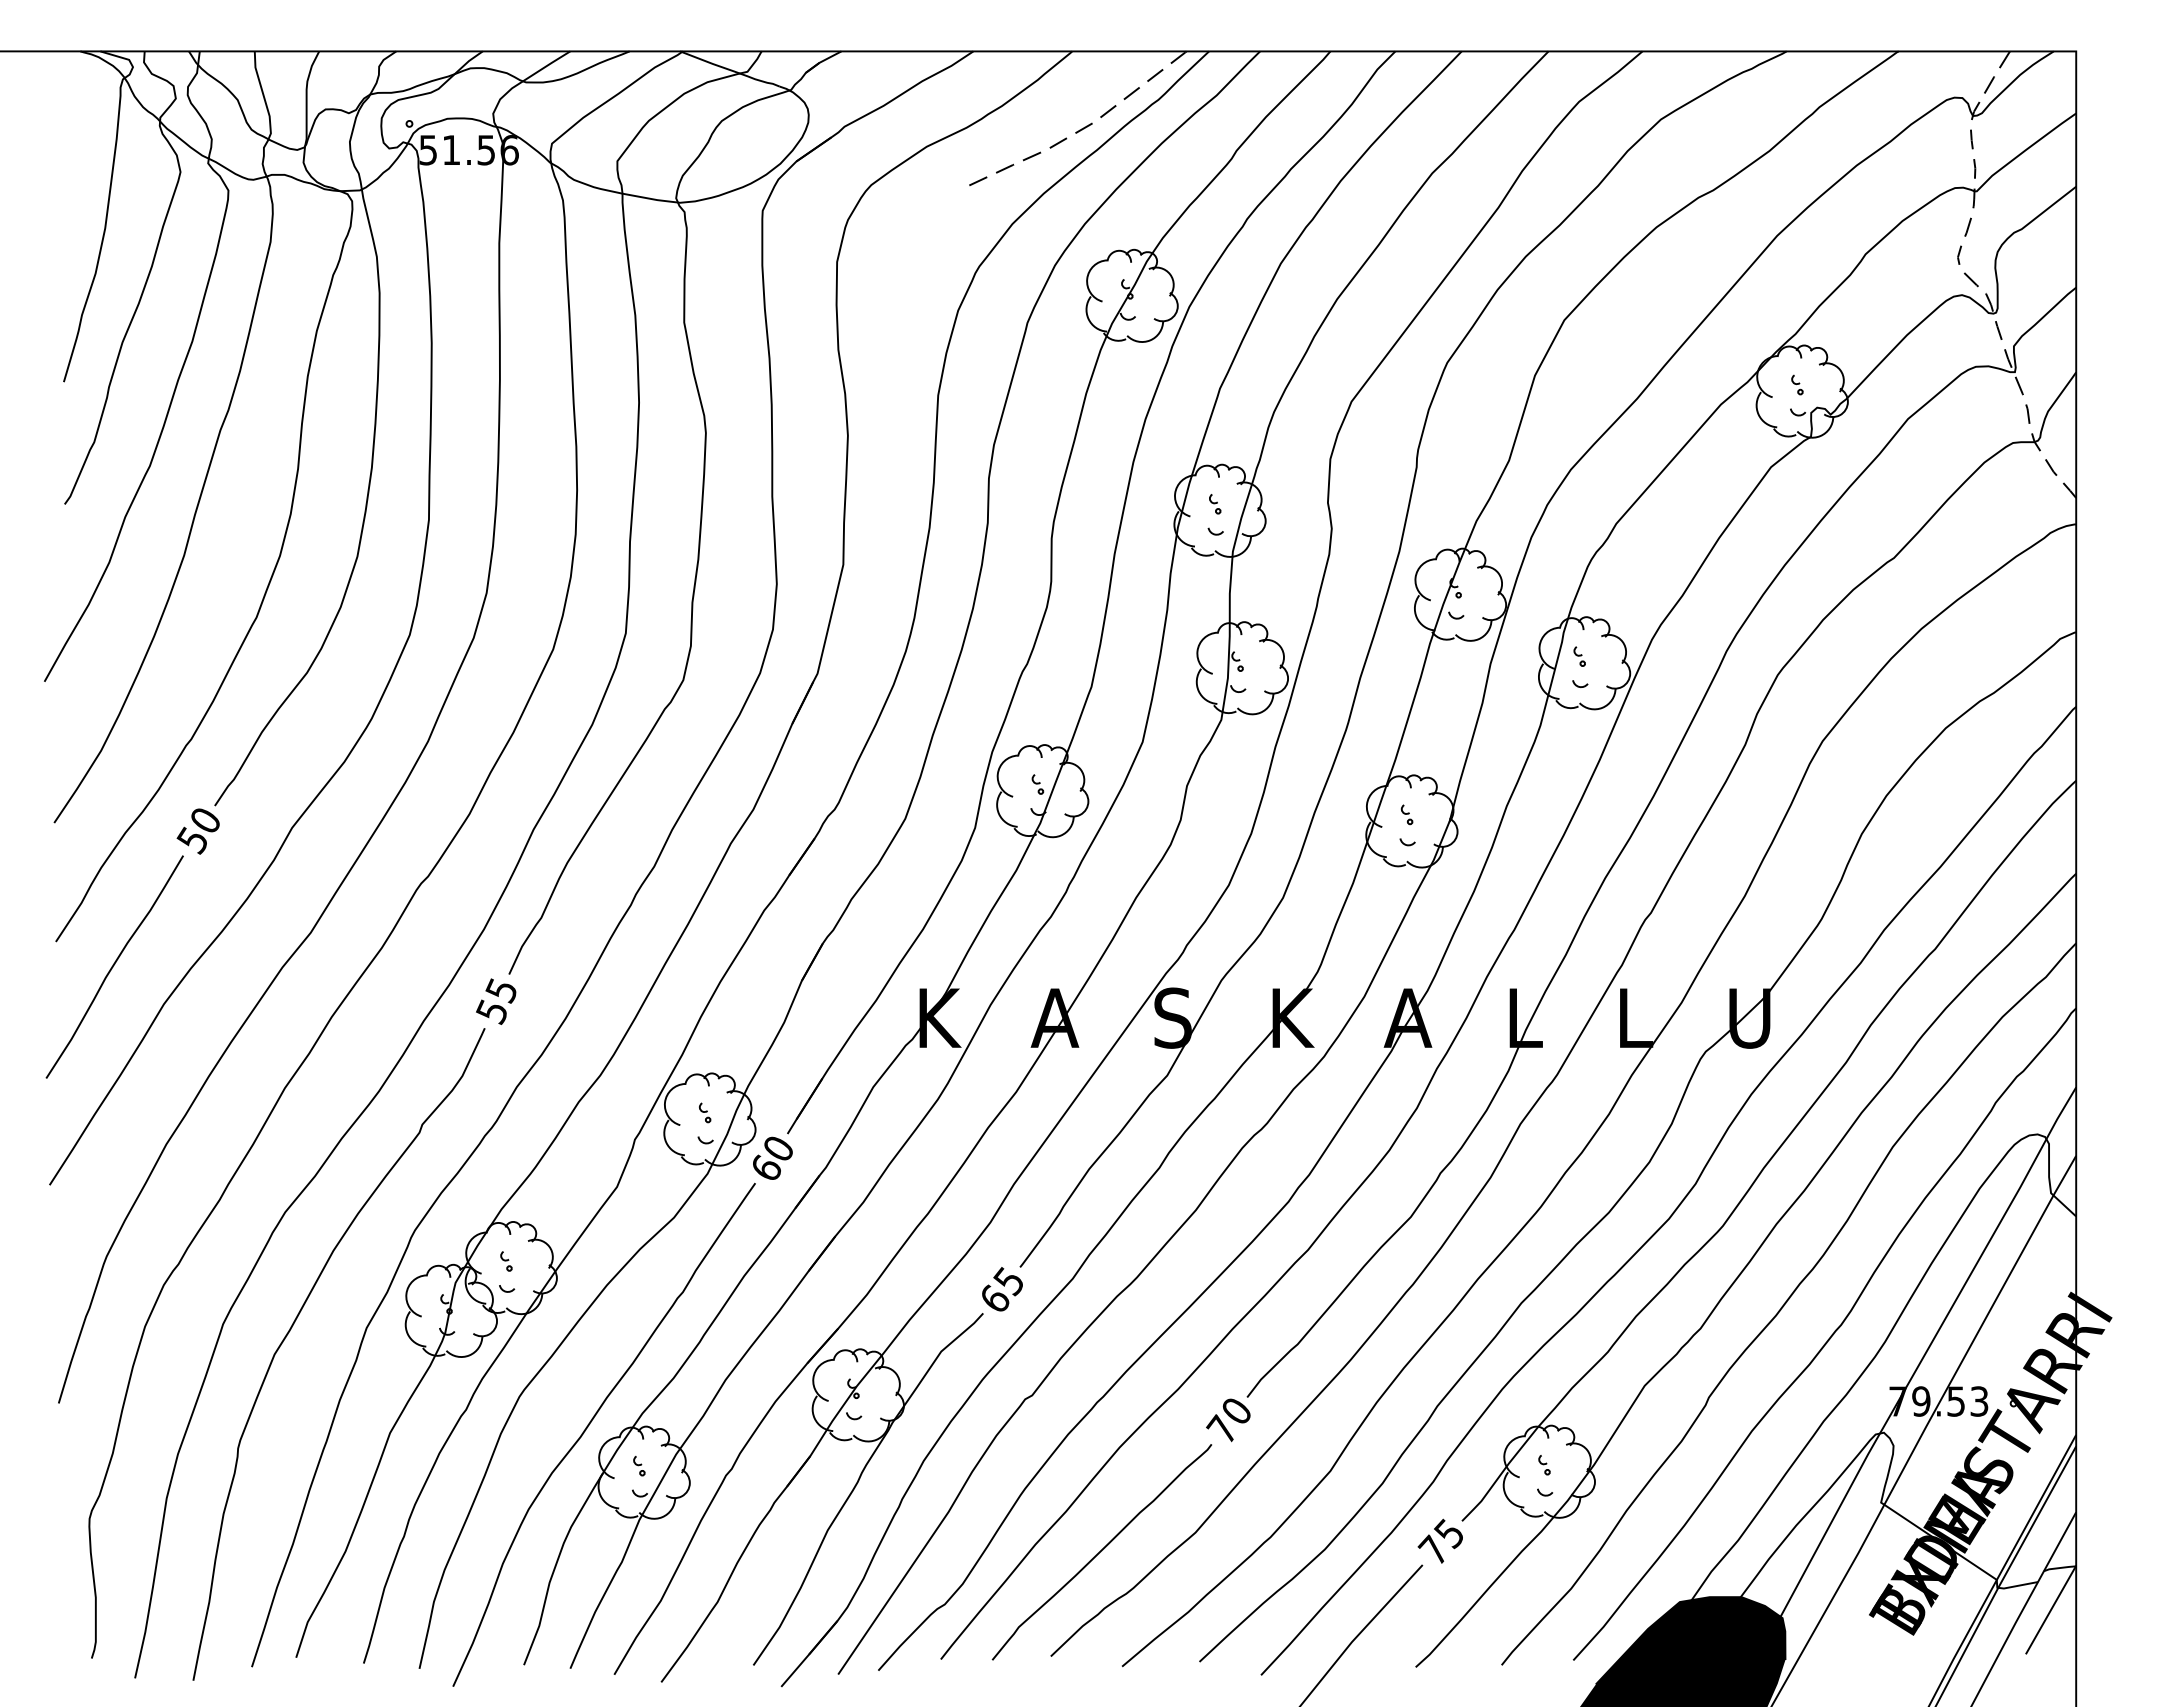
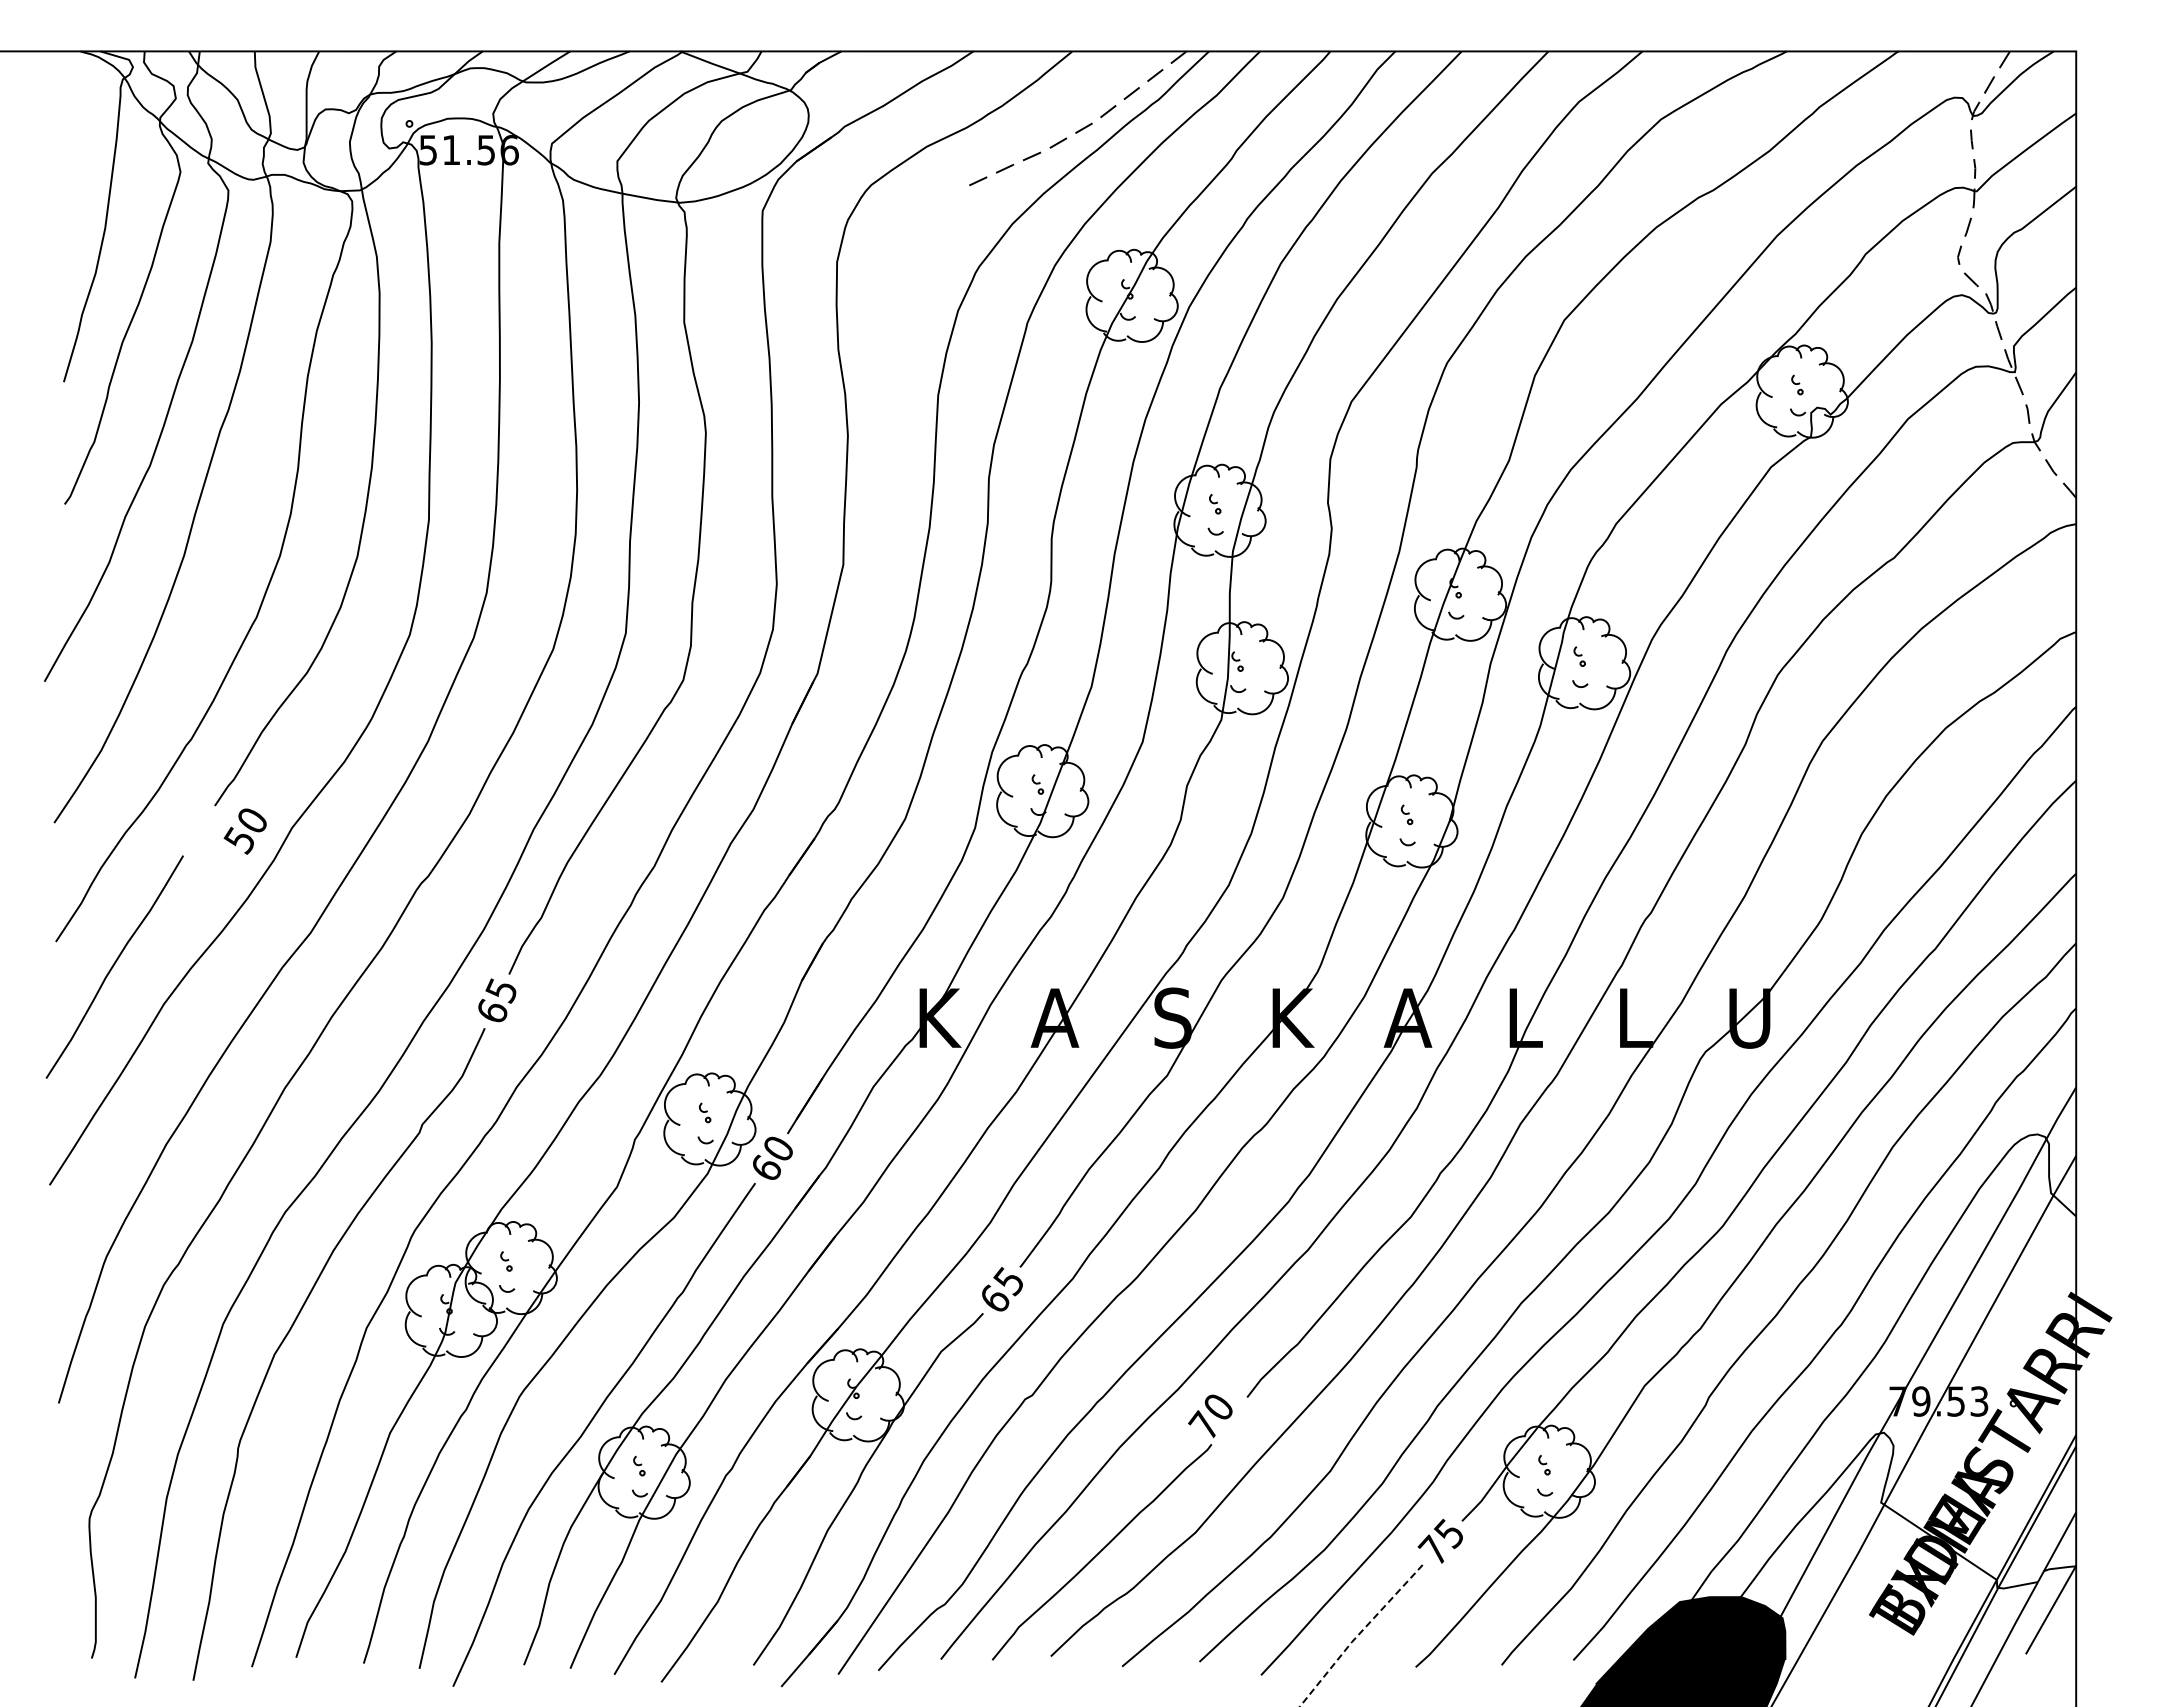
text at (197, 831) position: (197, 831) -> (244, 831)
text at (491, 1011): 55 -> 65
text at (1228, 1420) position: (1228, 1420) -> (1210, 1416)
line at (1359, 1634): solid -> dashed
